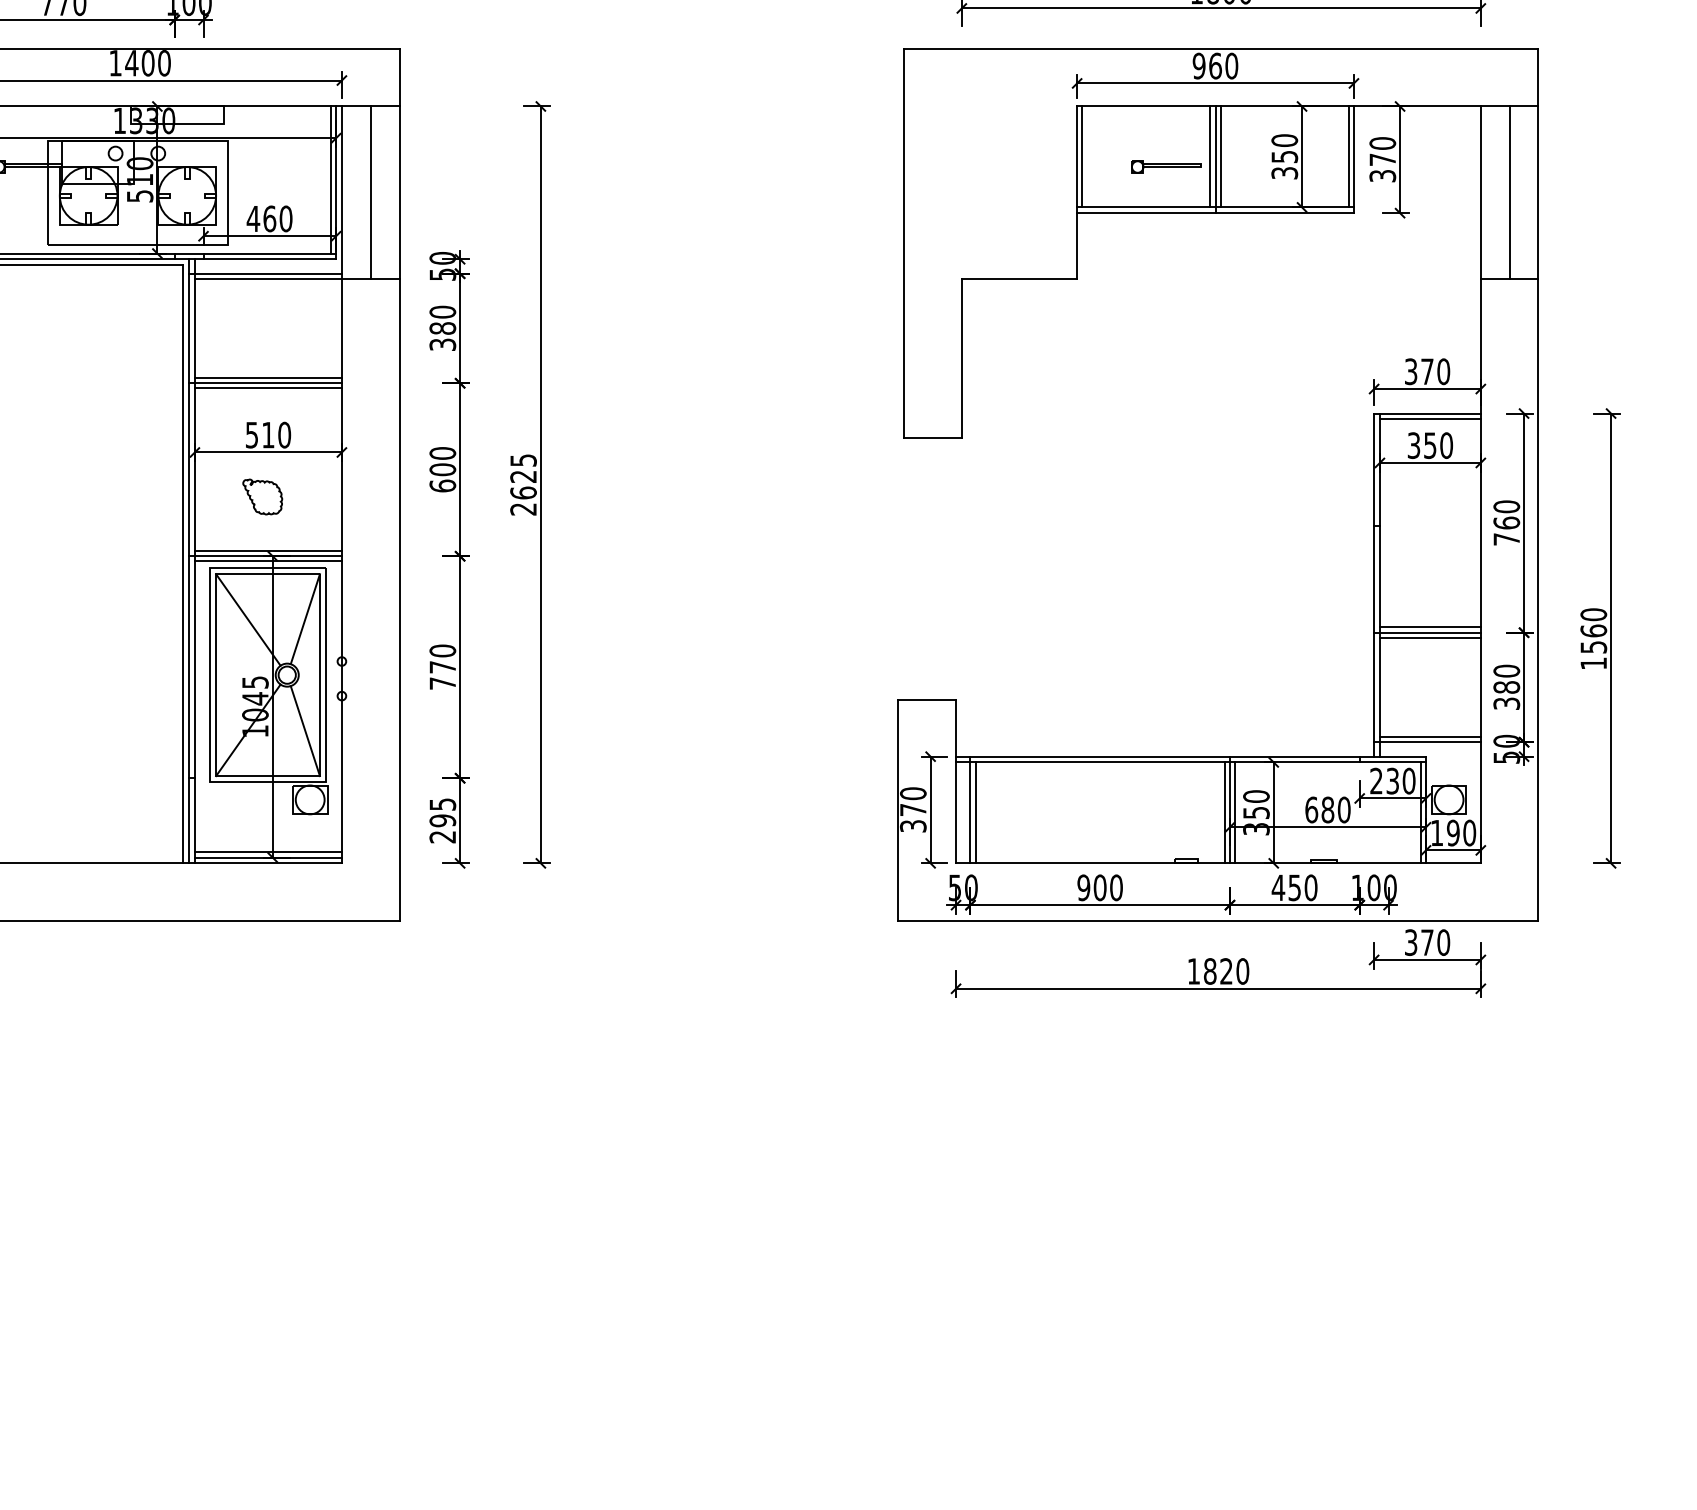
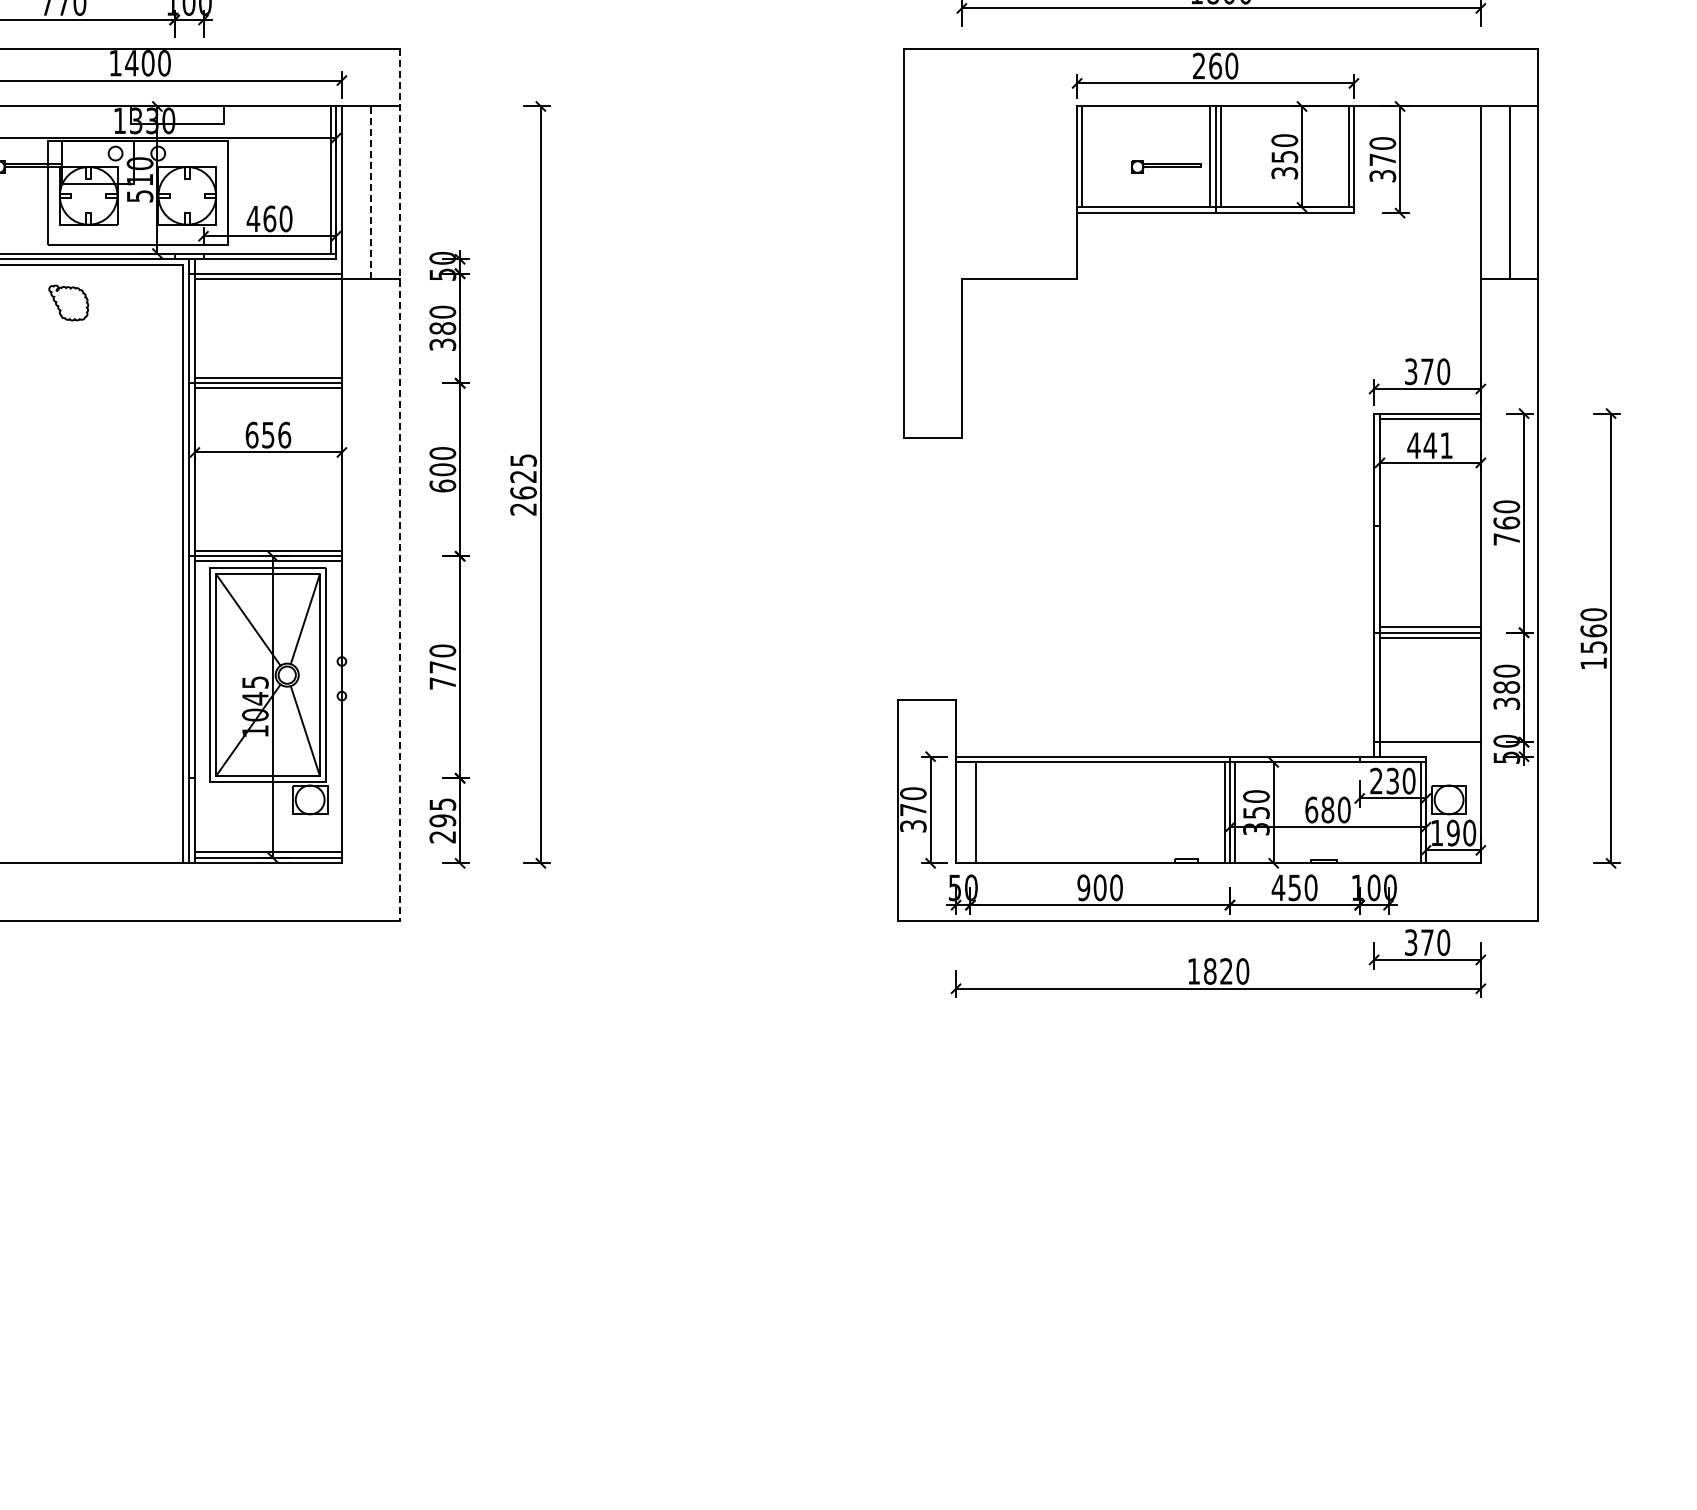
text at (1198, 65): 960 -> 260
line at (370, 192): solid -> dashed
text at (268, 434): 510 -> 656
text at (1430, 445): 350 -> 441
line at (399, 485): solid -> dashed
part at (262, 496) position: (262, 496) -> (68, 302)
line at (1429, 737): present -> none
line at (970, 809): present -> none
